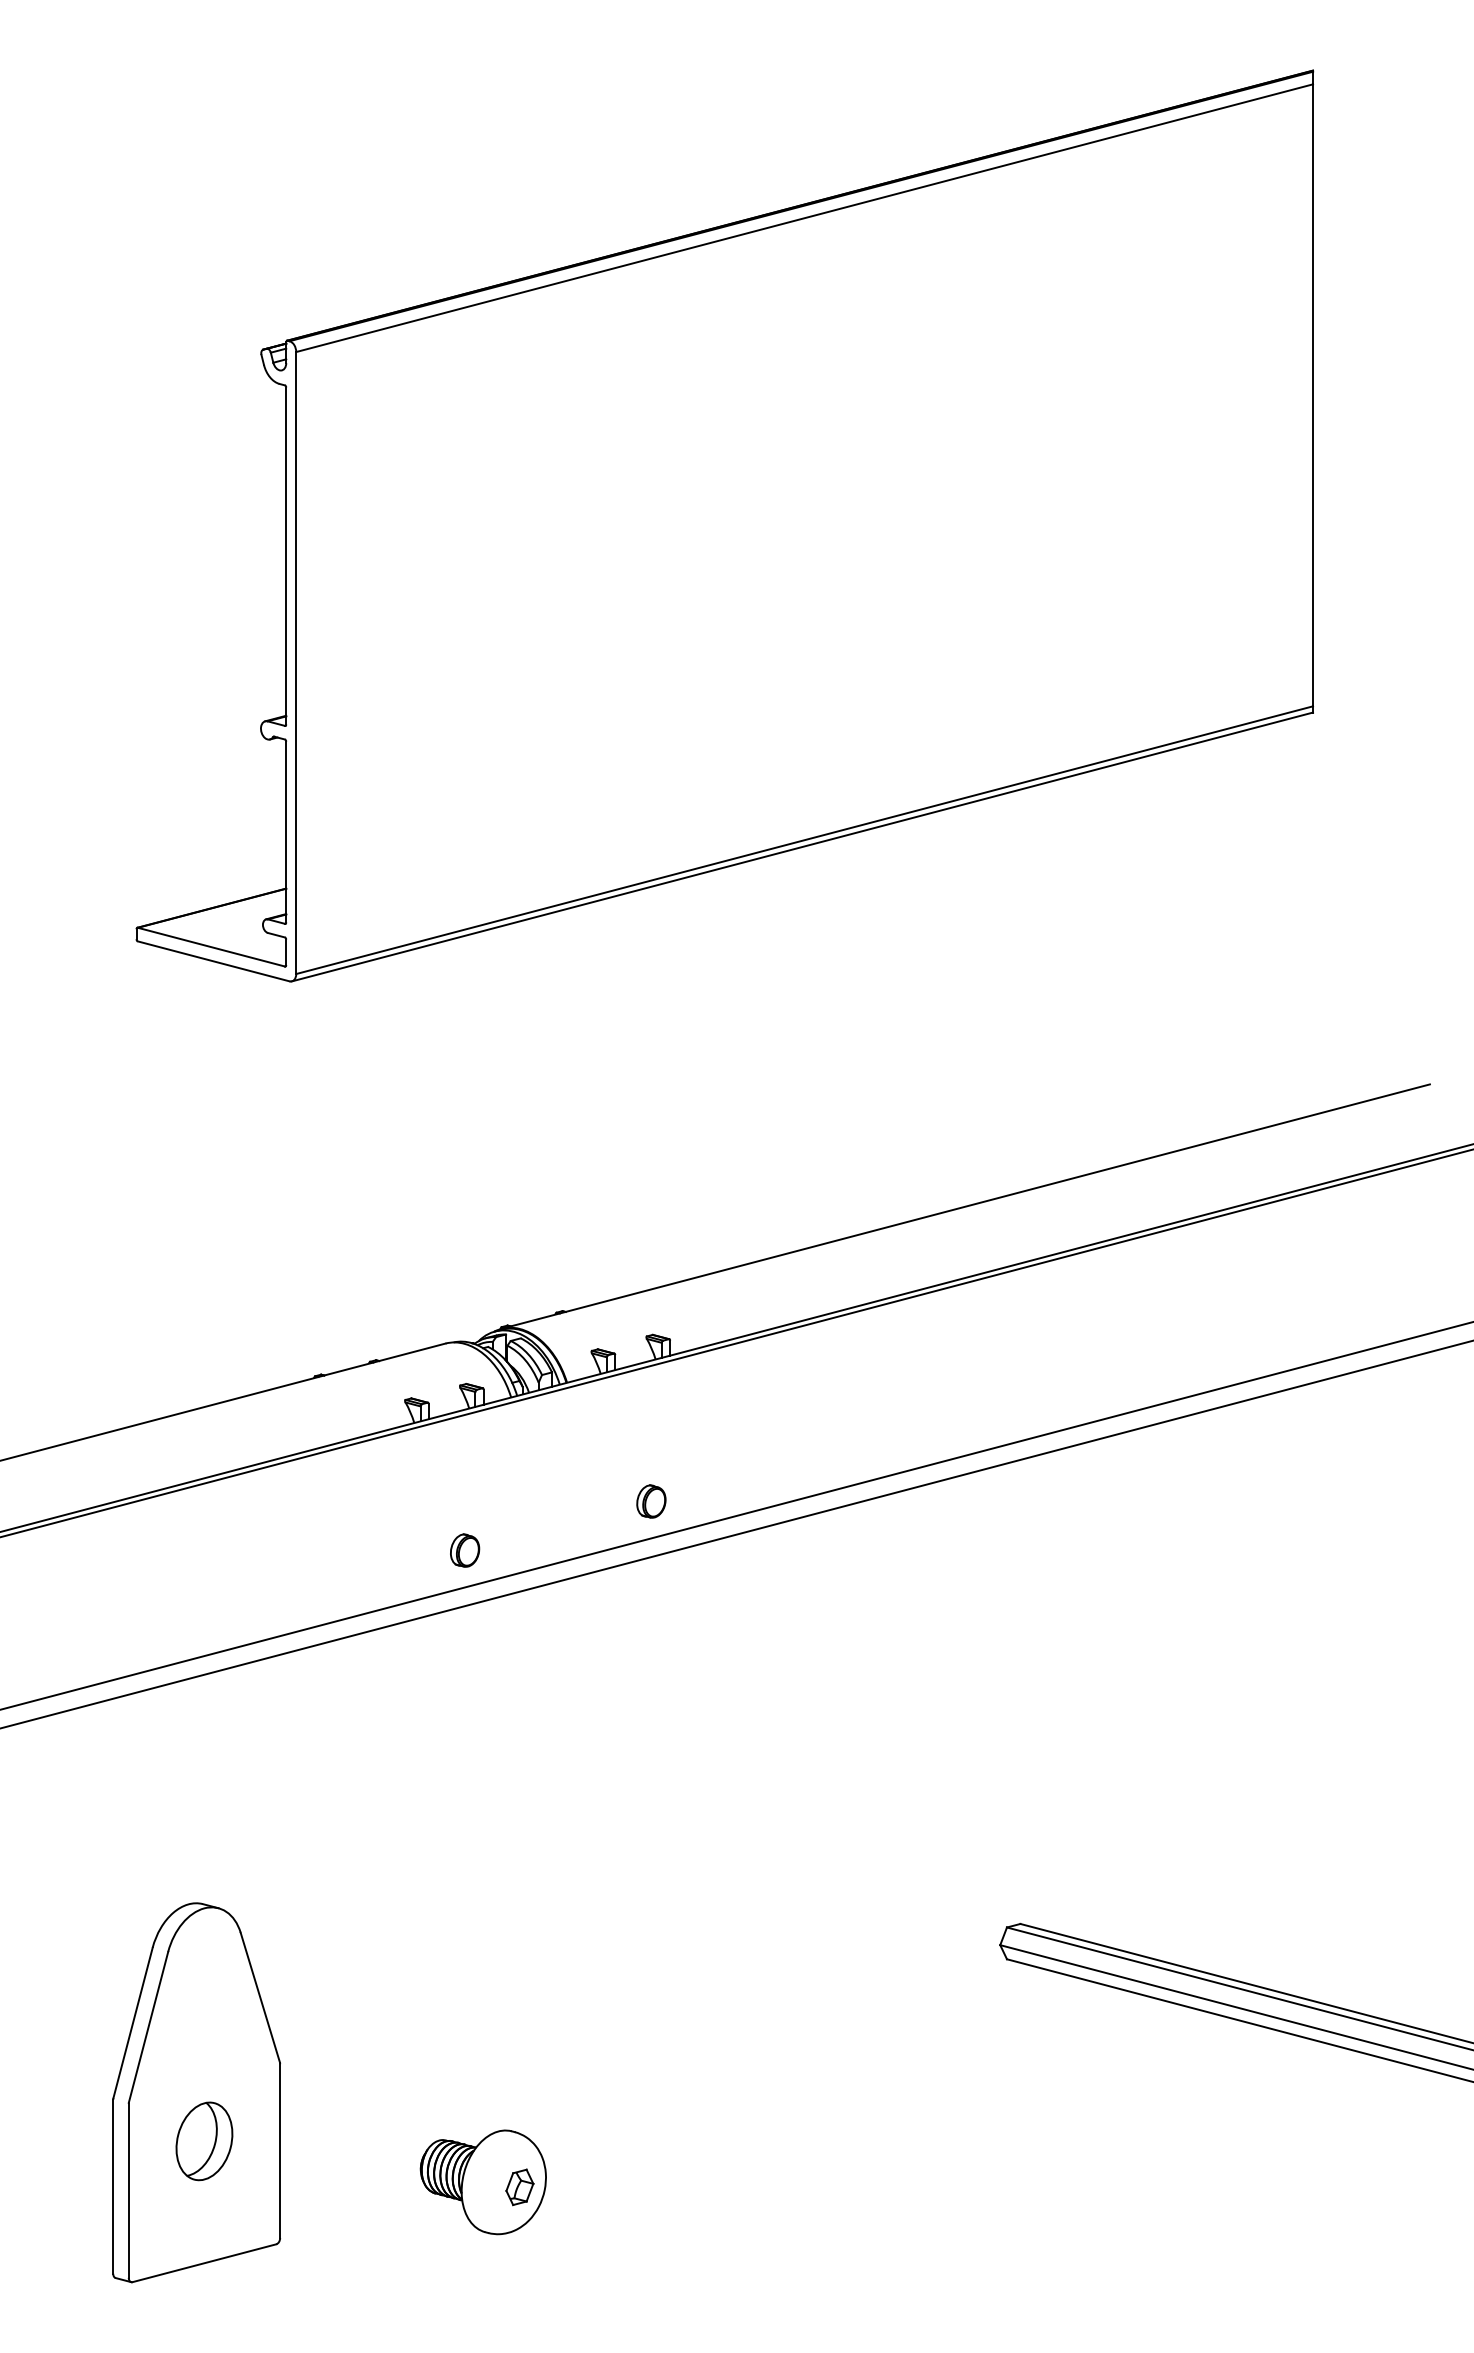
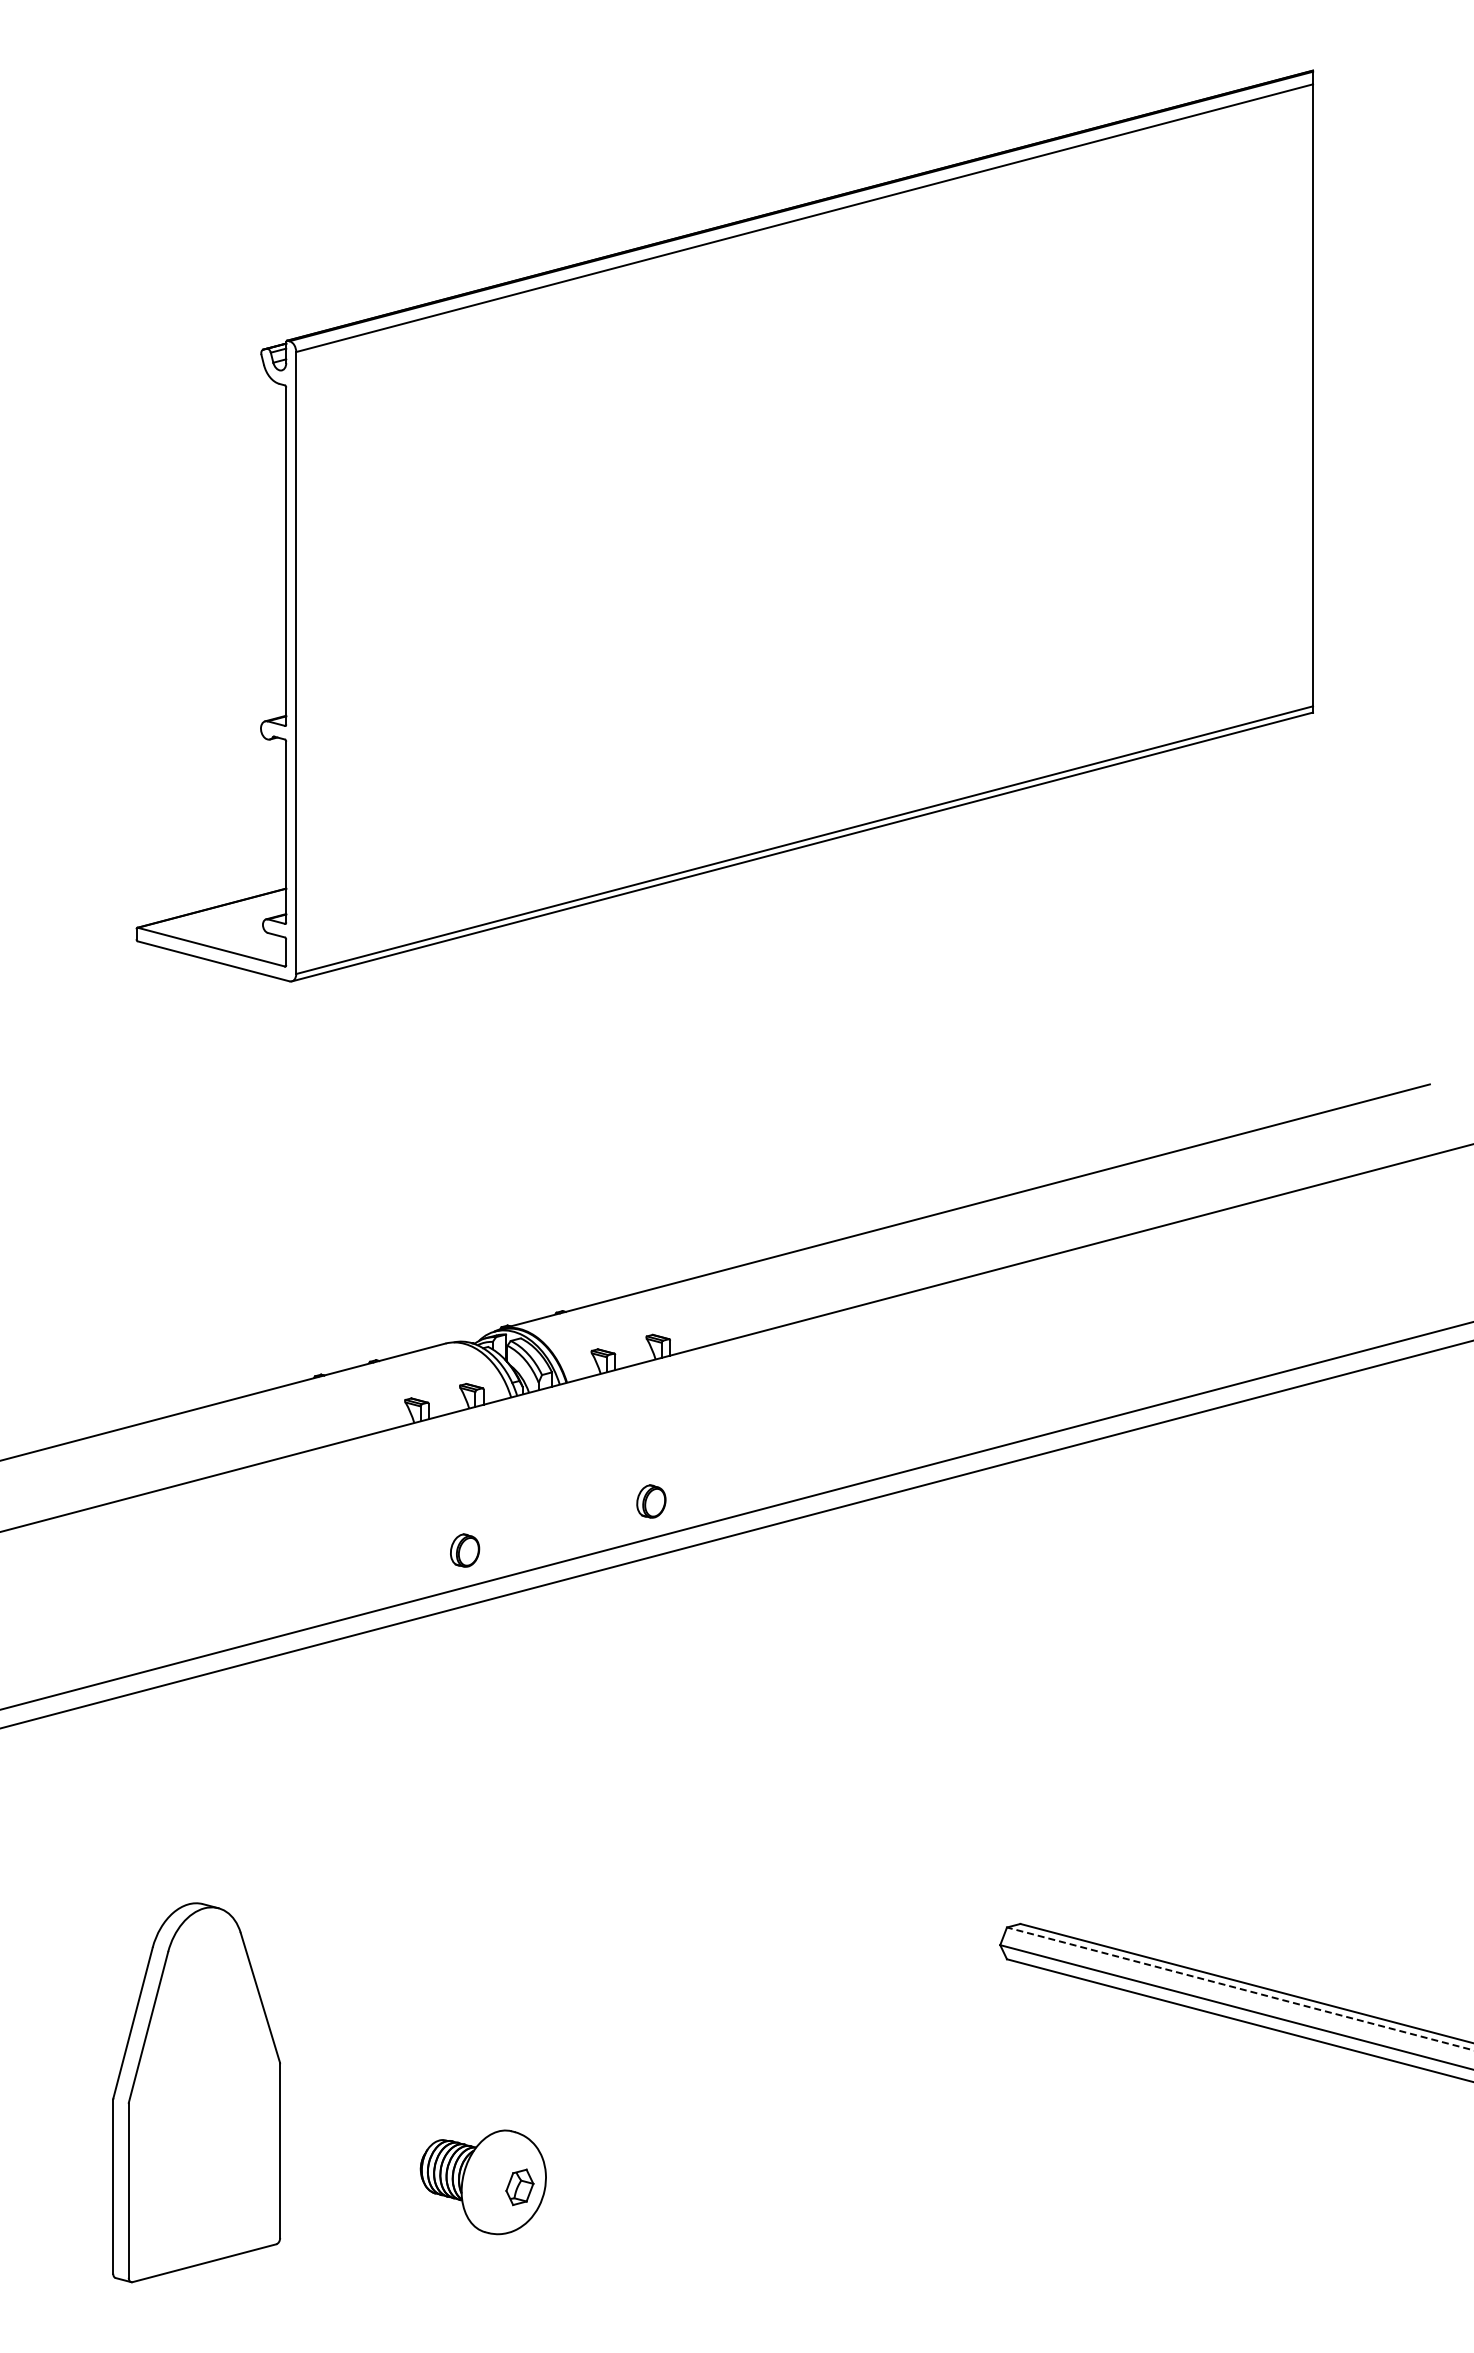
line at (736, 1343): present -> none
line at (1239, 1988): solid -> dashed
part at (204, 2141): present -> none
